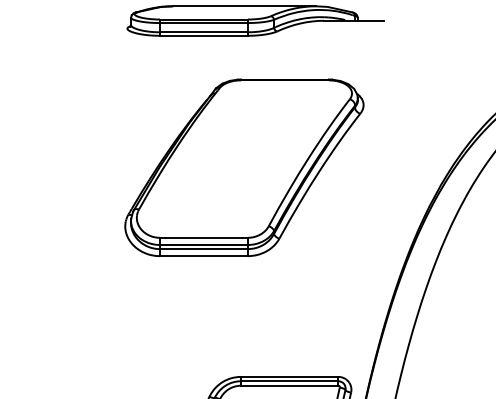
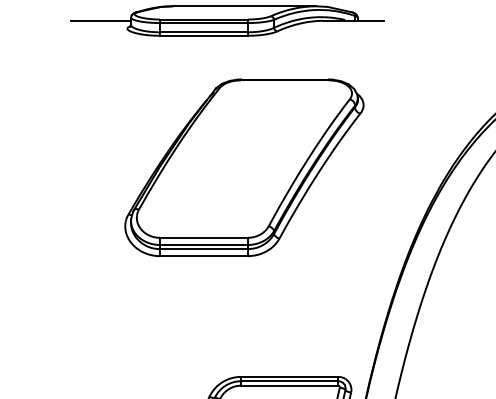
line at (100, 20): none -> present
